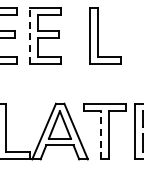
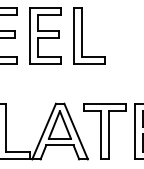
line at (30, 35): dashed -> solid
part at (98, 35) position: (98, 35) -> (82, 35)
line at (101, 134): dashed -> solid
